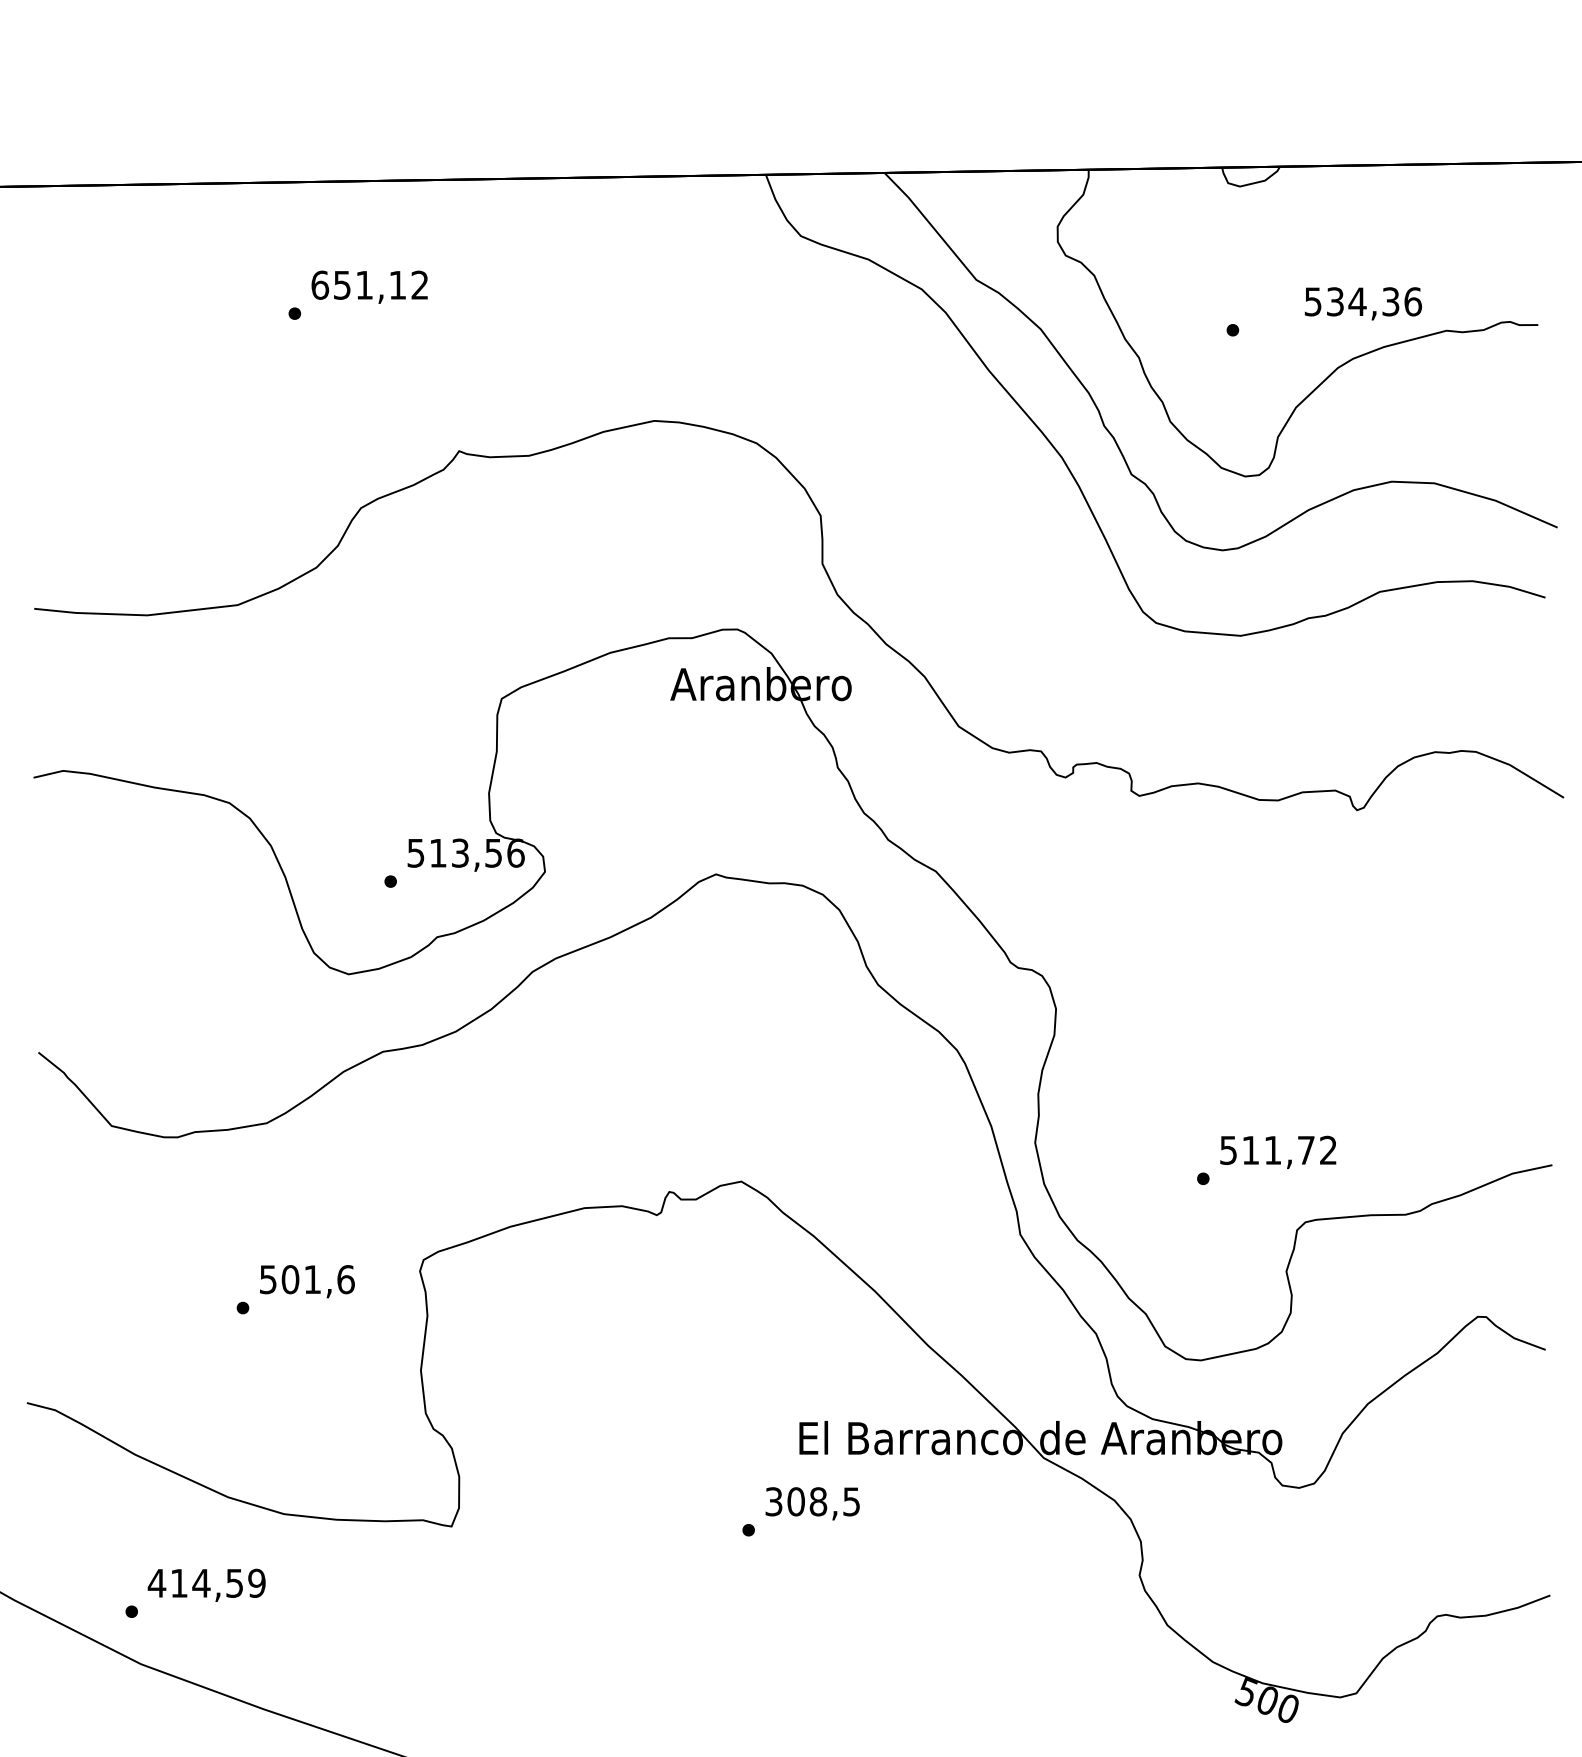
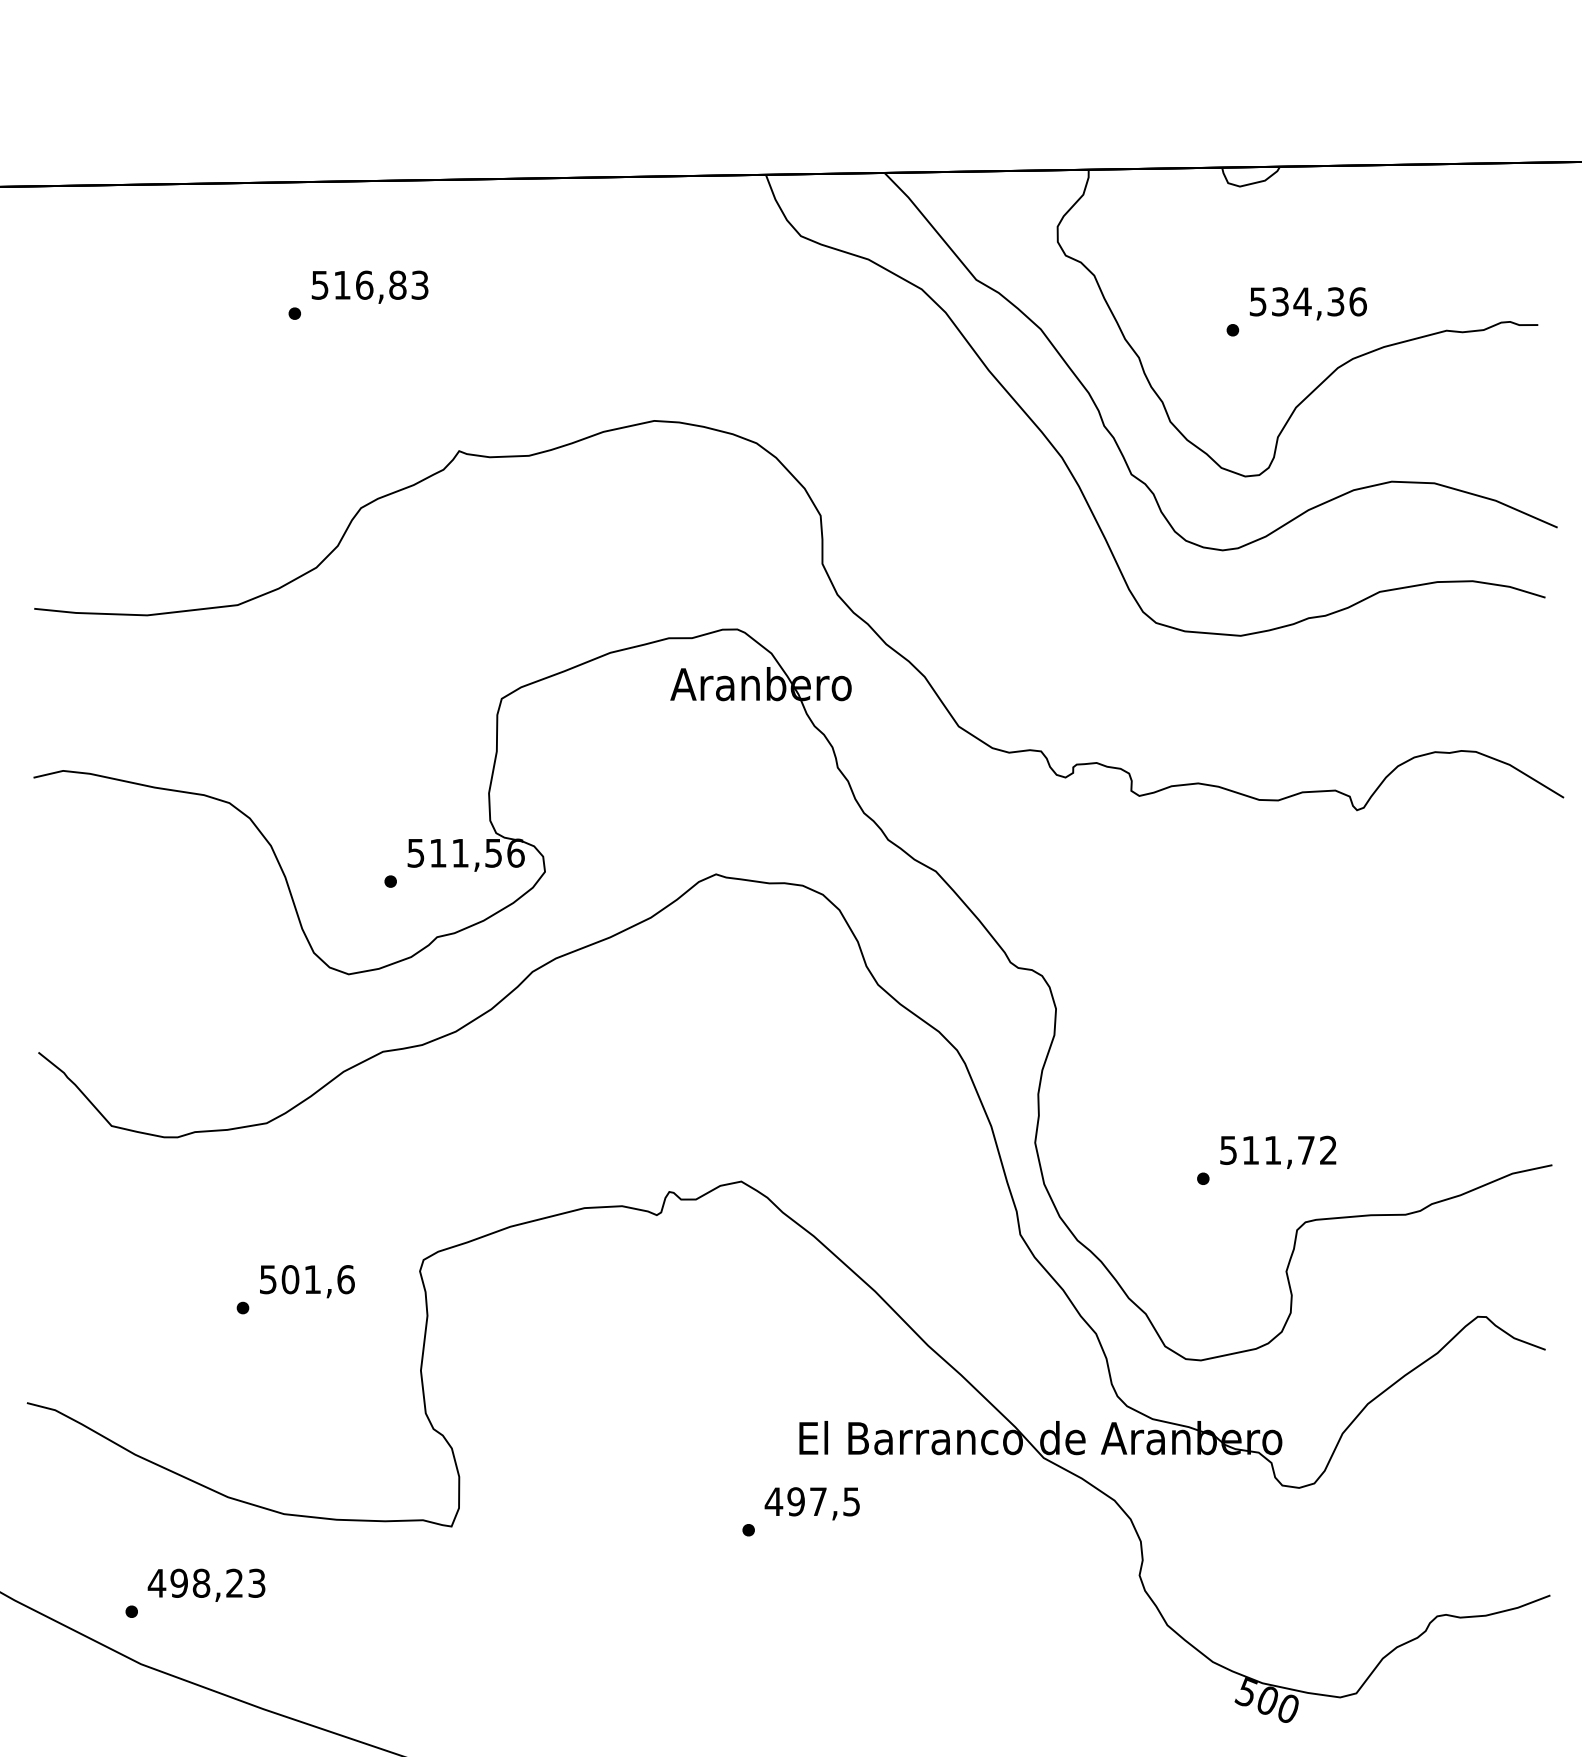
text at (369, 284): 651,12 -> 516,83
text at (1362, 303) position: (1362, 303) -> (1307, 303)
text at (460, 852): 513,56 -> 511,56
text at (795, 1501): 308,5 -> 497,5
text at (217, 1582): 414,59 -> 498,23
